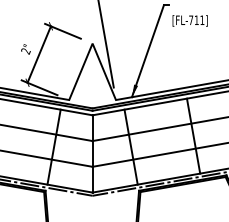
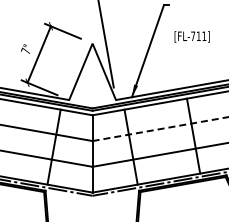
text at (189, 20) position: (189, 20) -> (191, 36)
text at (25, 50): 2" -> 7"
line at (160, 129): solid -> dashed
